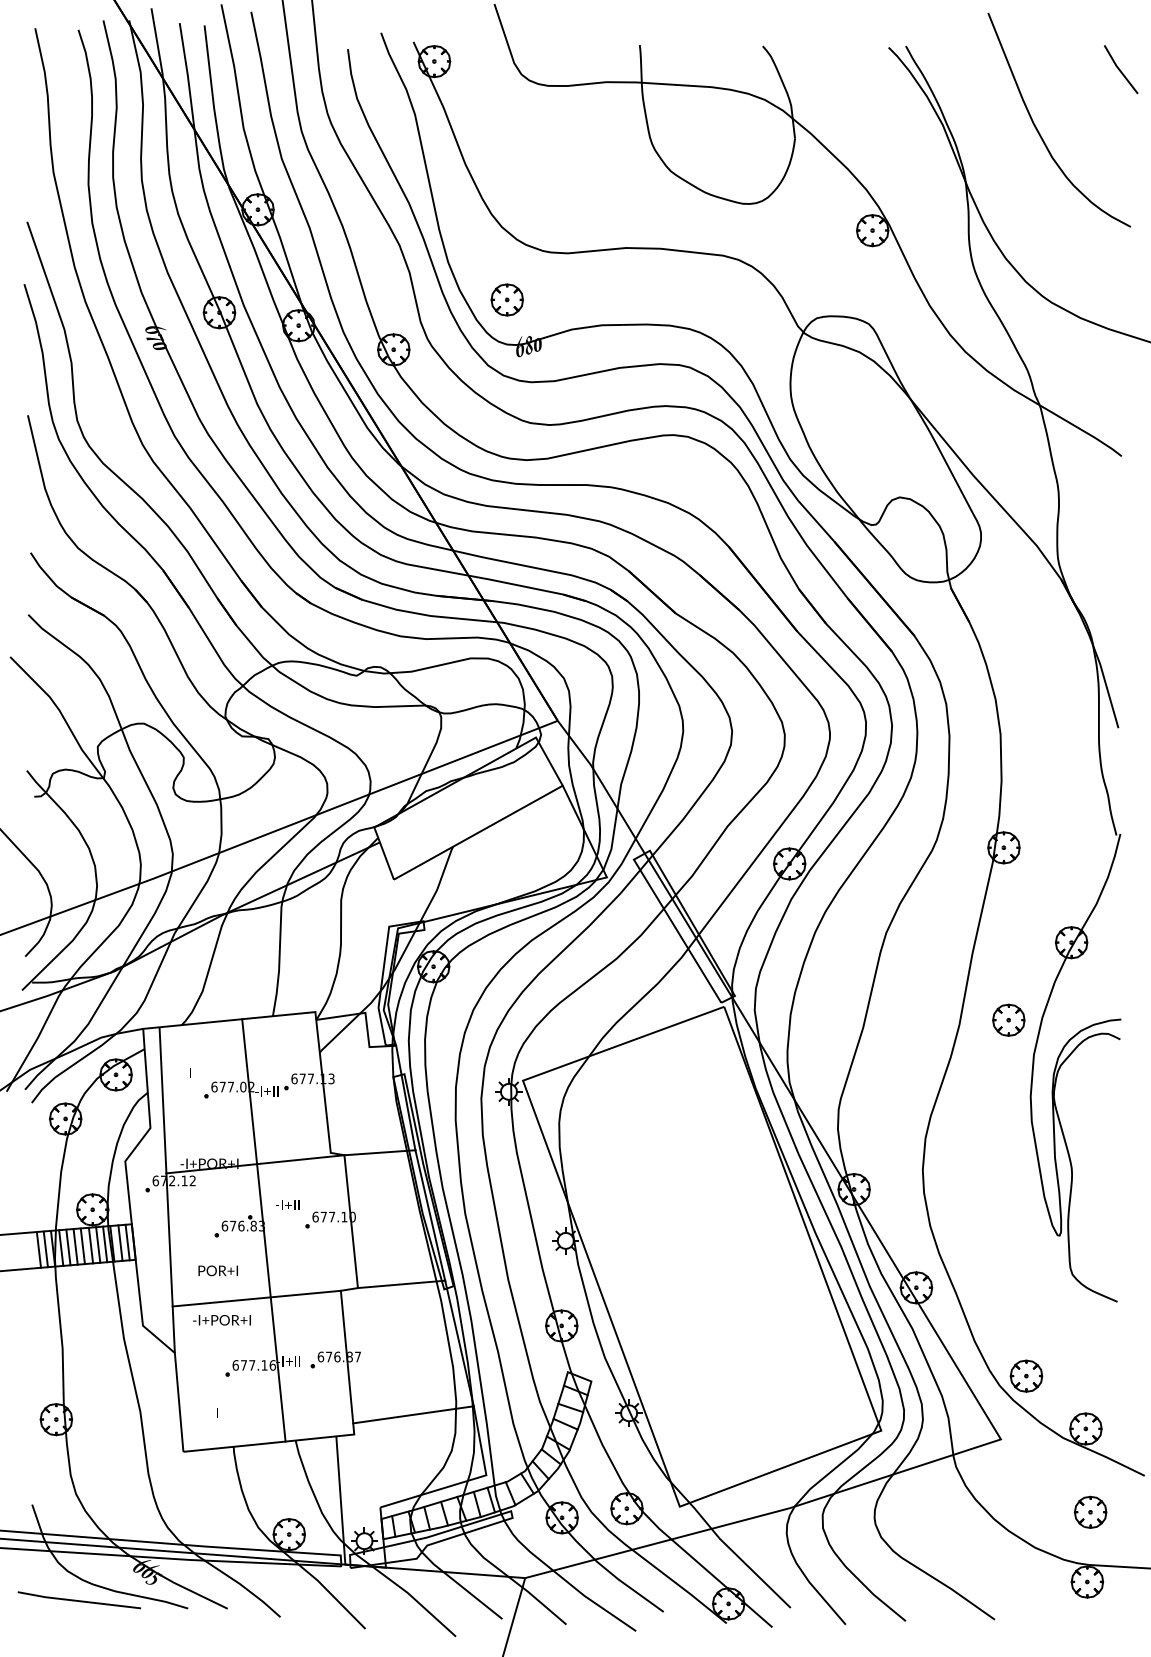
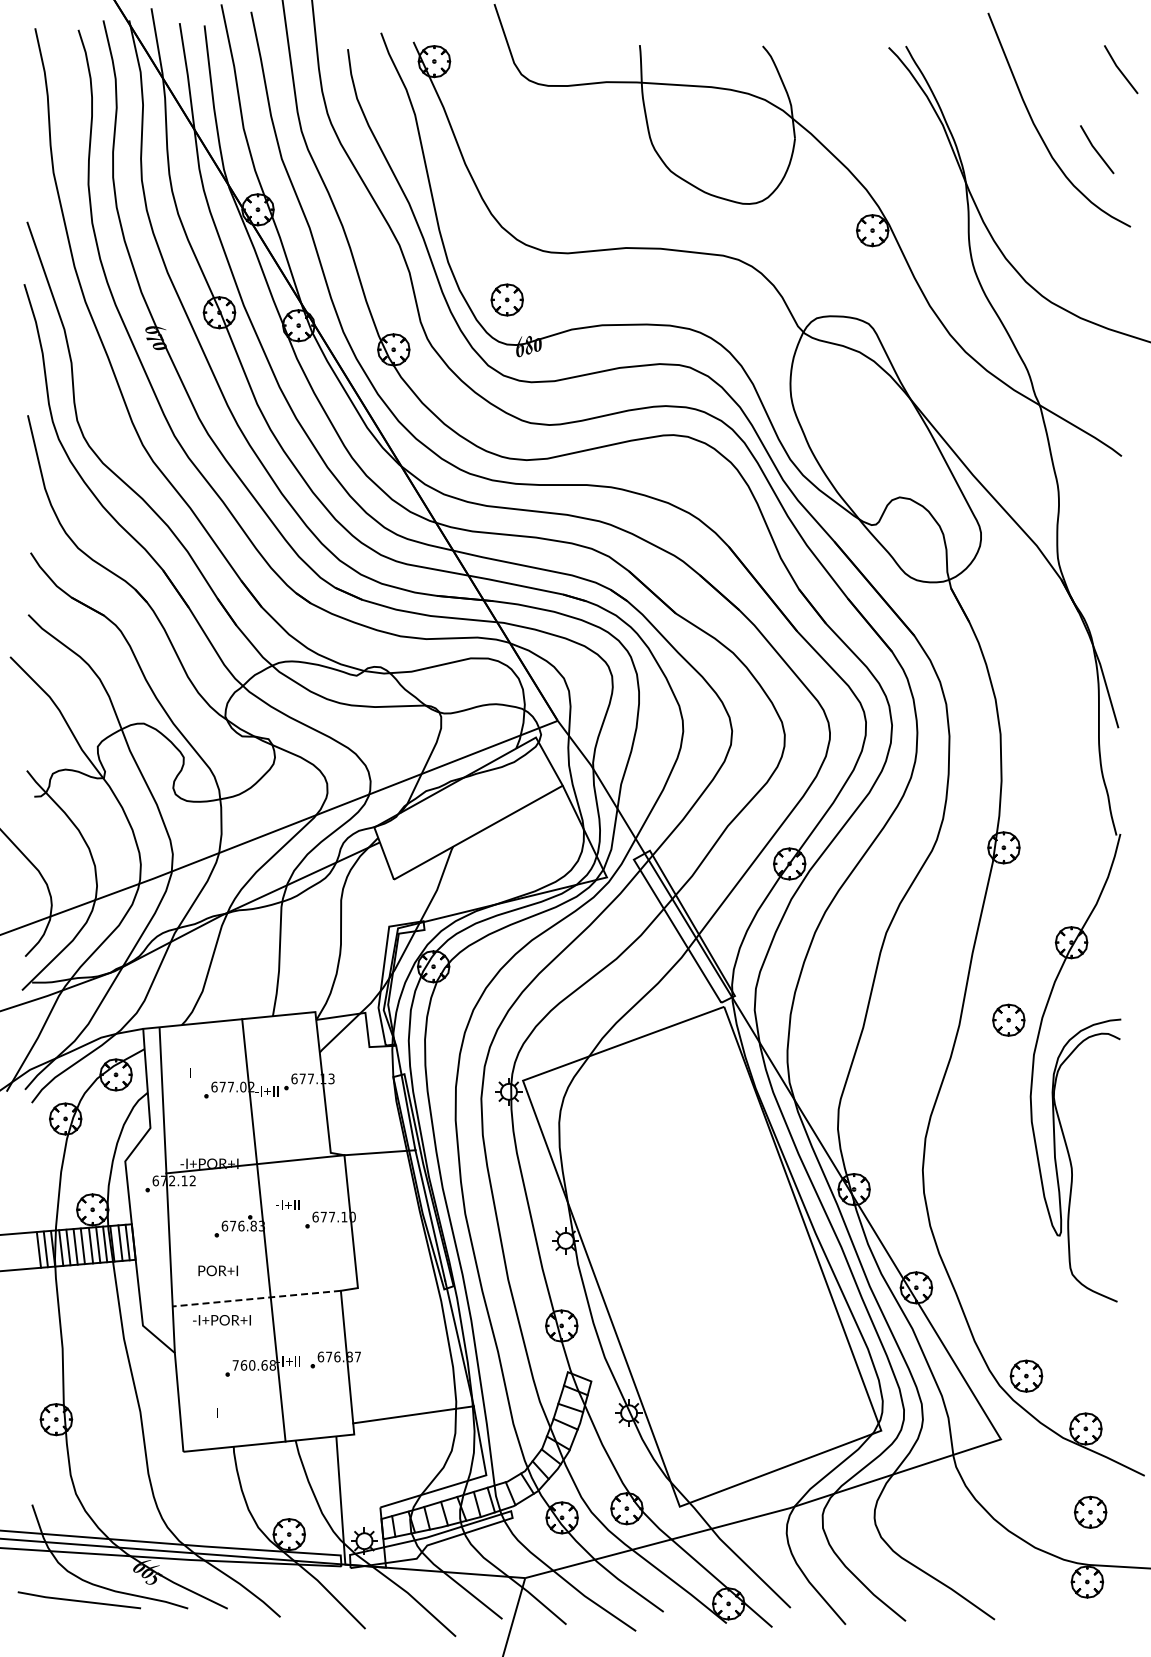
line at (1096, 149): none -> present
line at (401, 1284): present -> none
line at (256, 1298): solid -> dashed
text at (253, 1365): 677.16 -> 760.68
